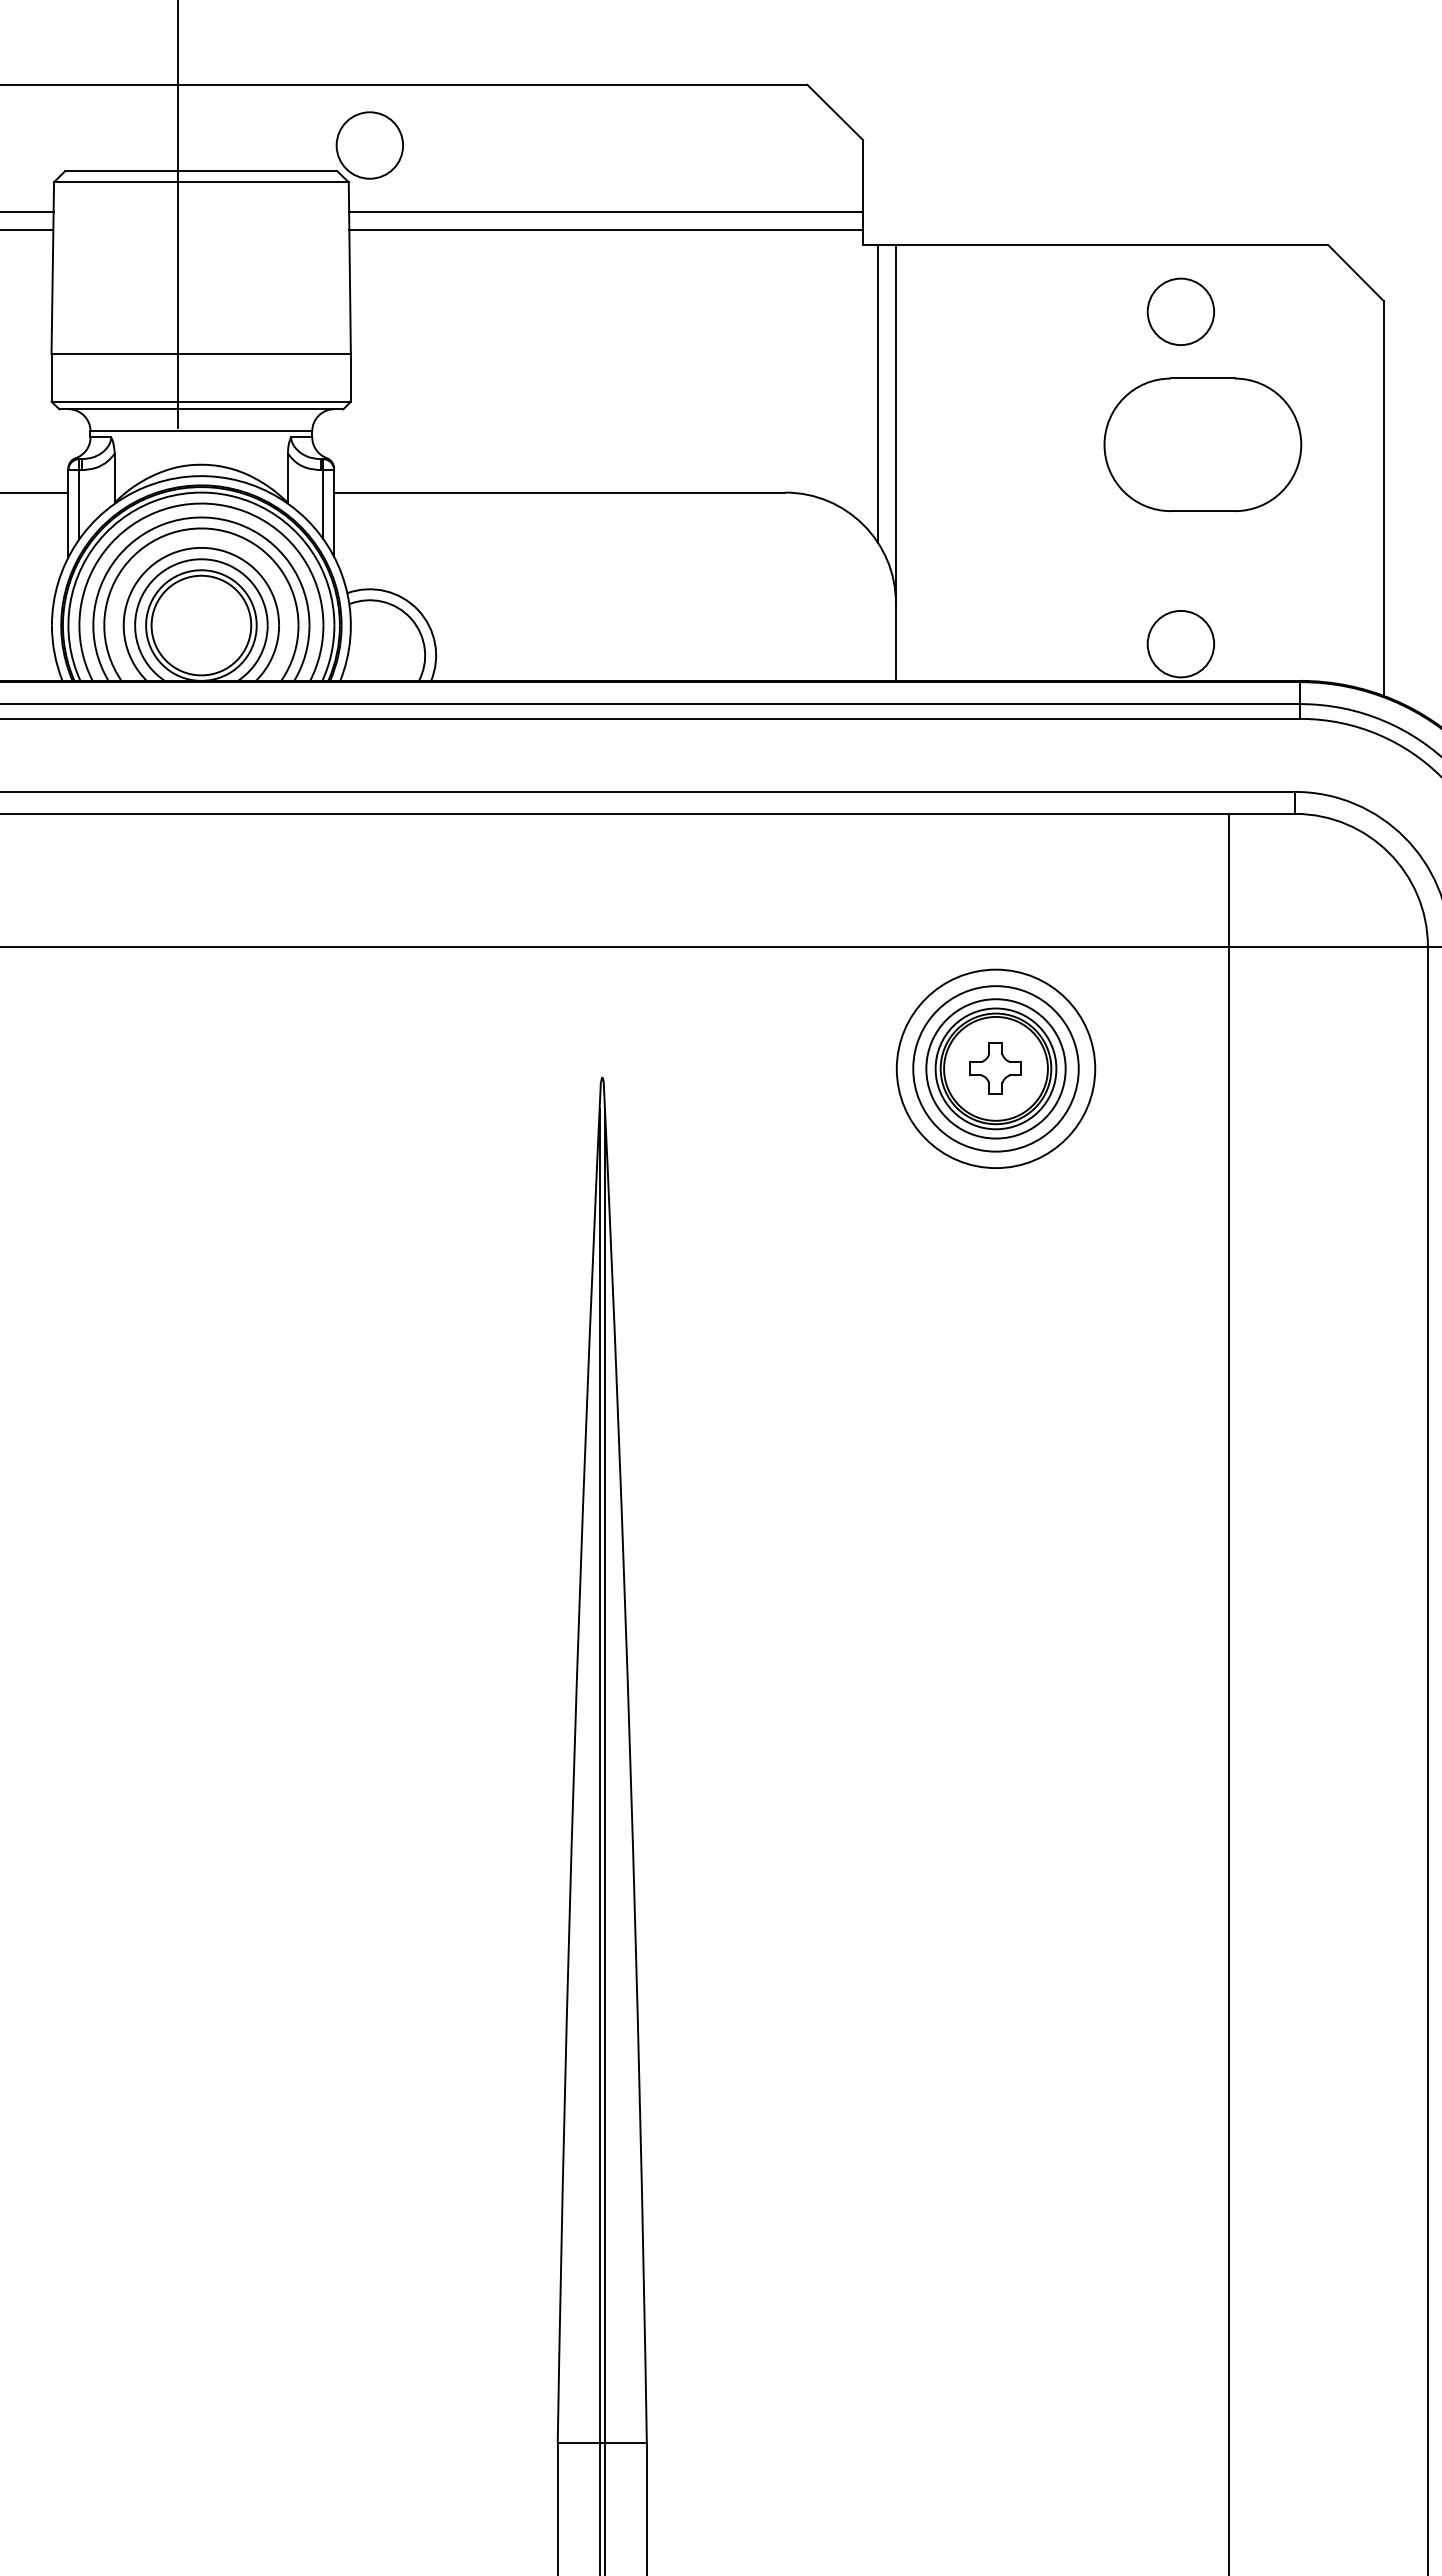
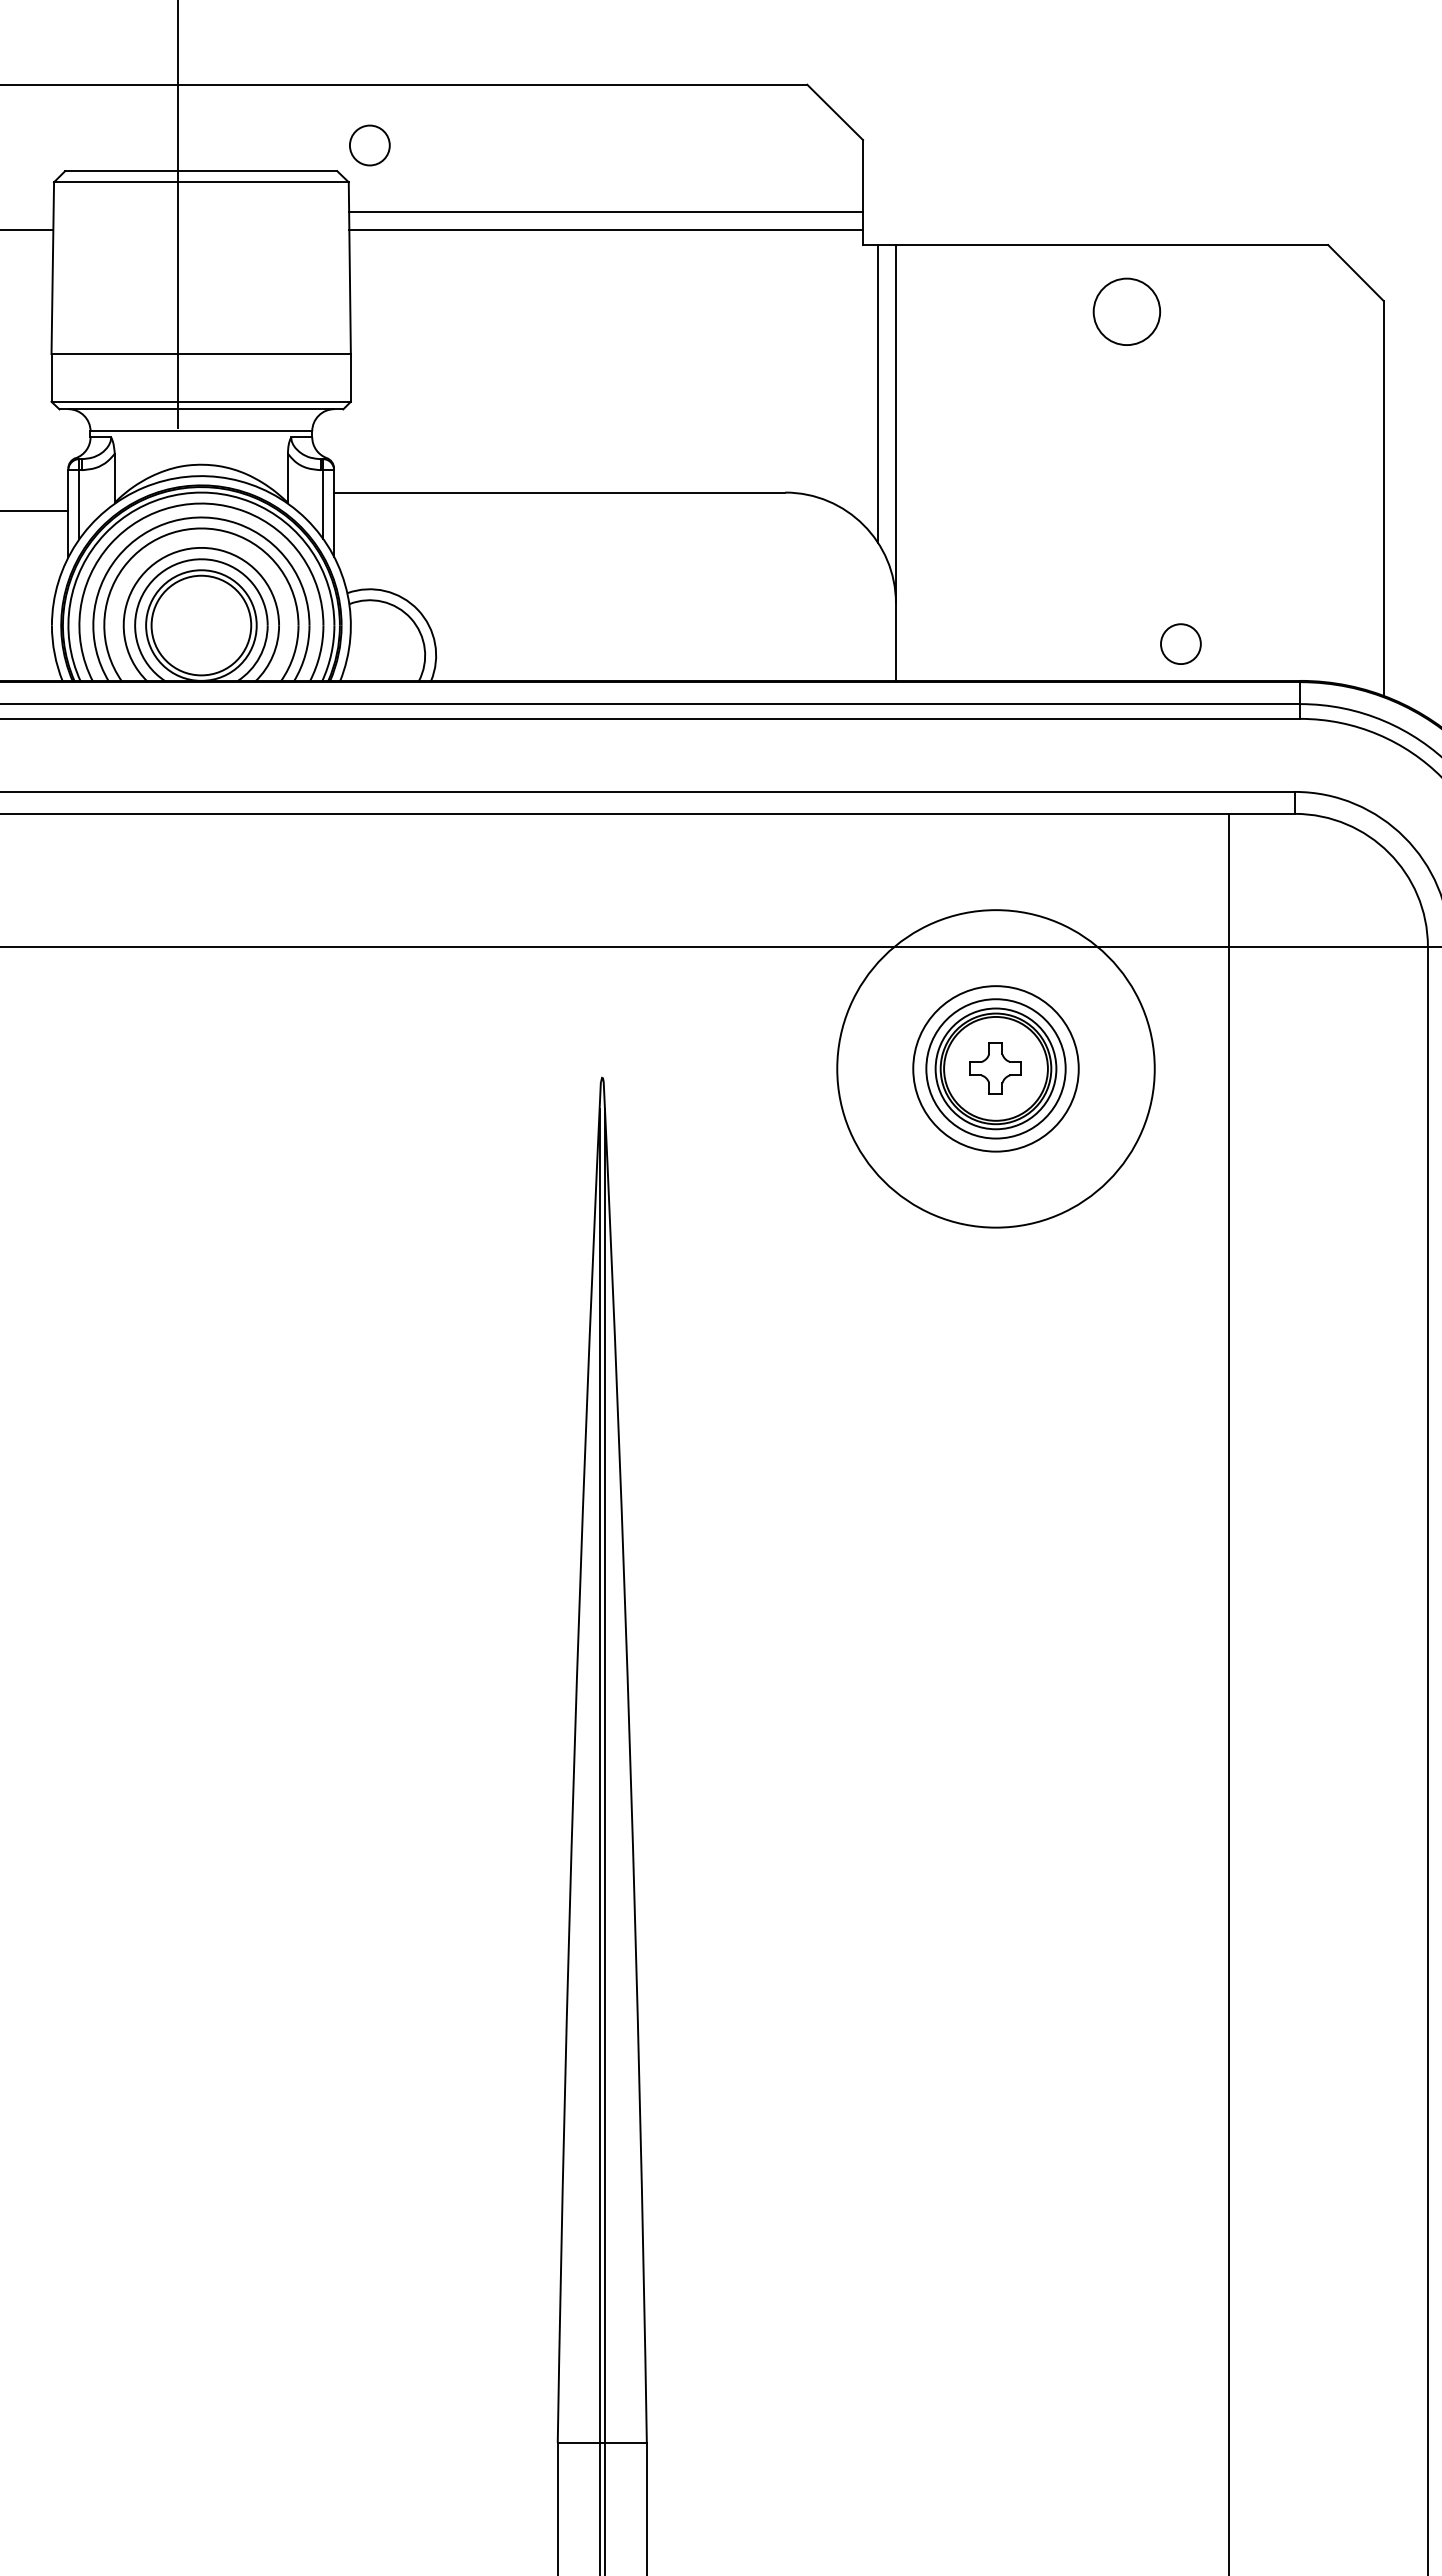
circle at (369, 145) diameter: 66 px -> 40 px
line at (27, 212): present -> none
circle at (1180, 311) position: (1180, 311) -> (1126, 311)
part at (1202, 444): present -> none
line at (35, 492) position: (35, 492) -> (35, 510)
circle at (1180, 643) diameter: 66 px -> 40 px
circle at (995, 1068) diameter: 198 px -> 317 px
